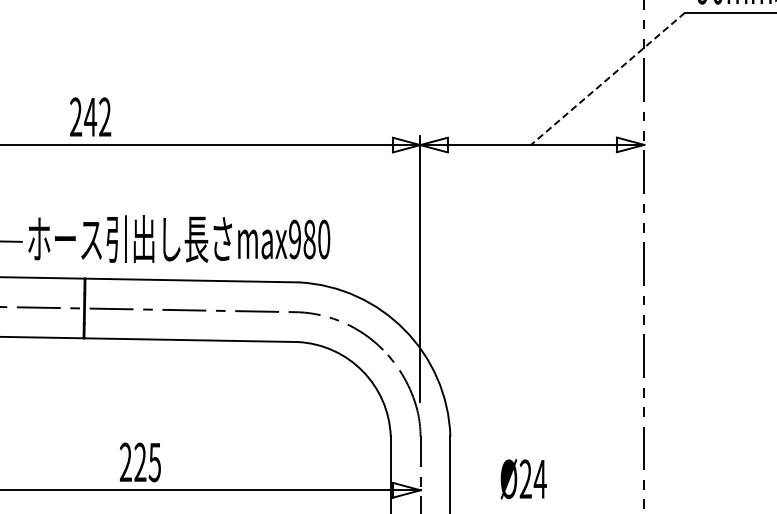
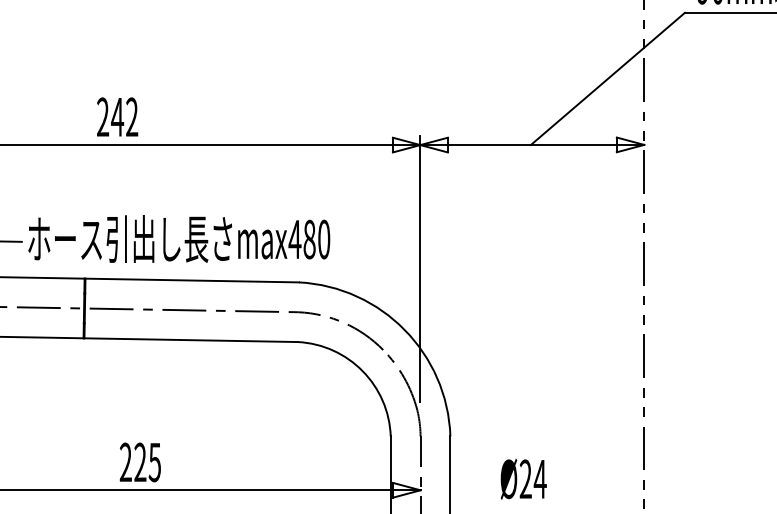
line at (607, 78): dashed -> solid
text at (90, 116) position: (90, 116) -> (117, 116)
text at (294, 239): max980 -> max480
